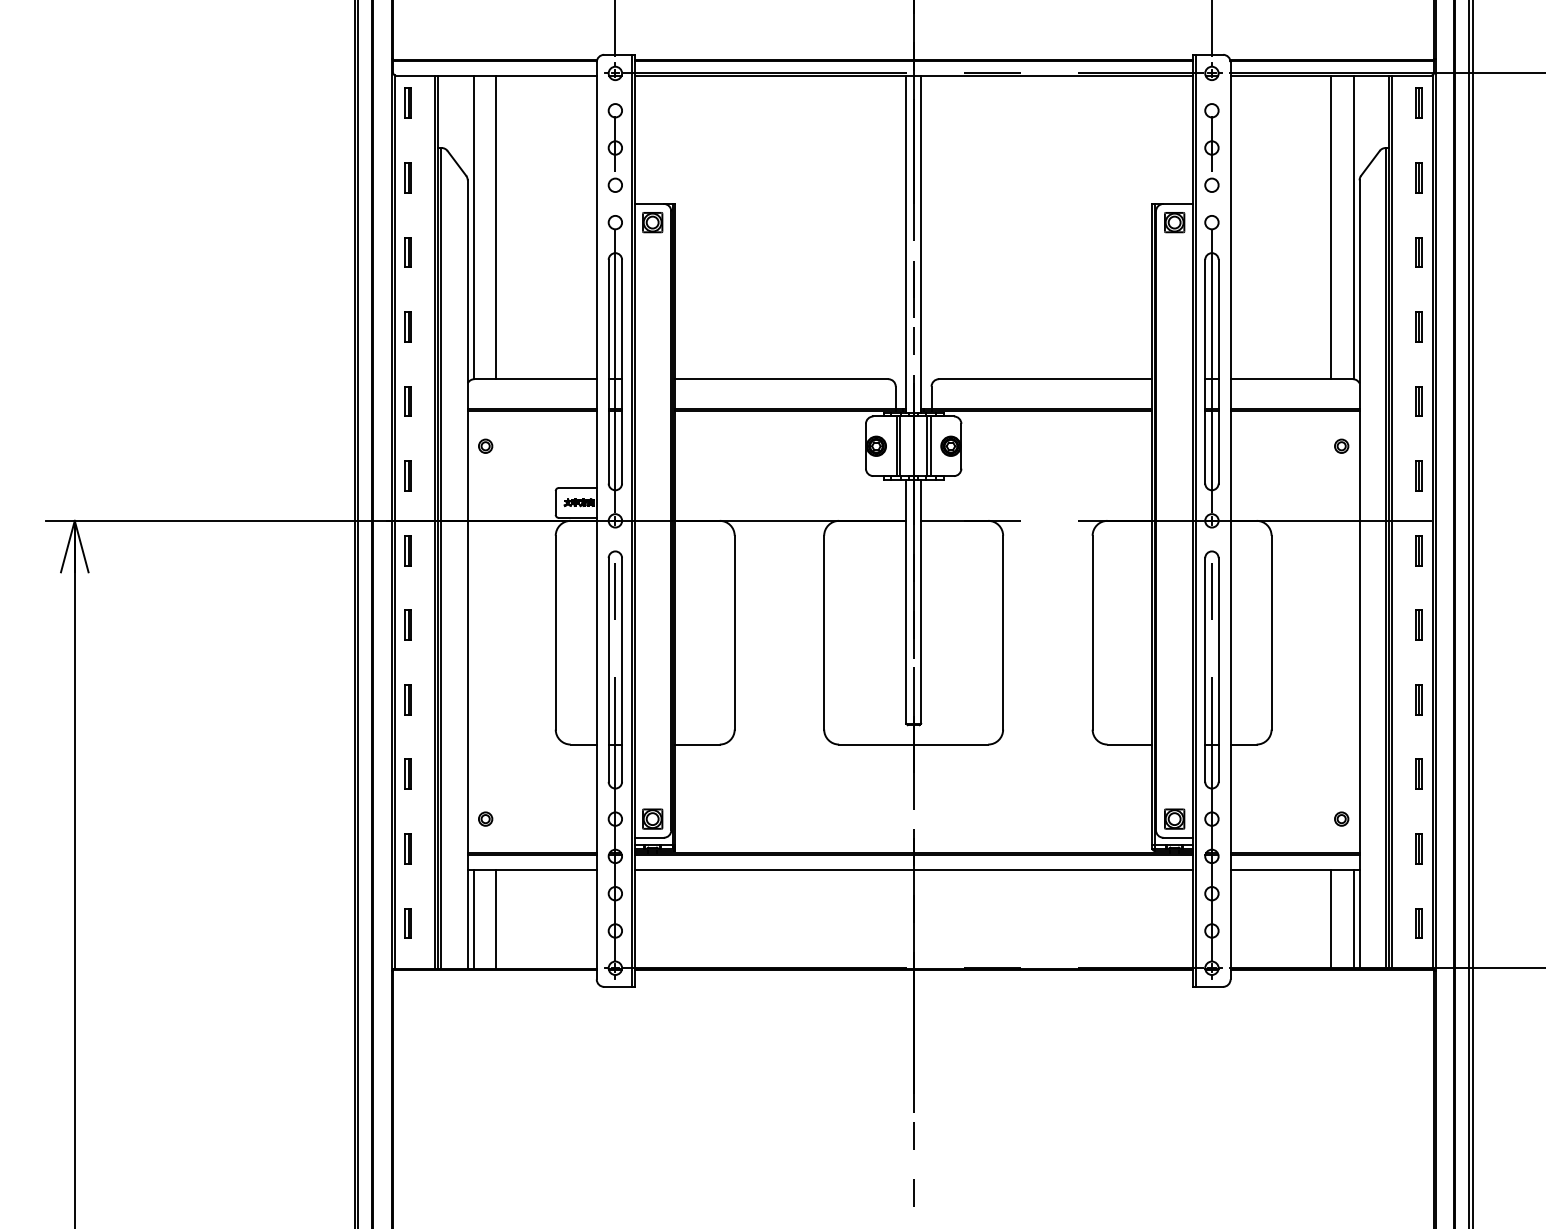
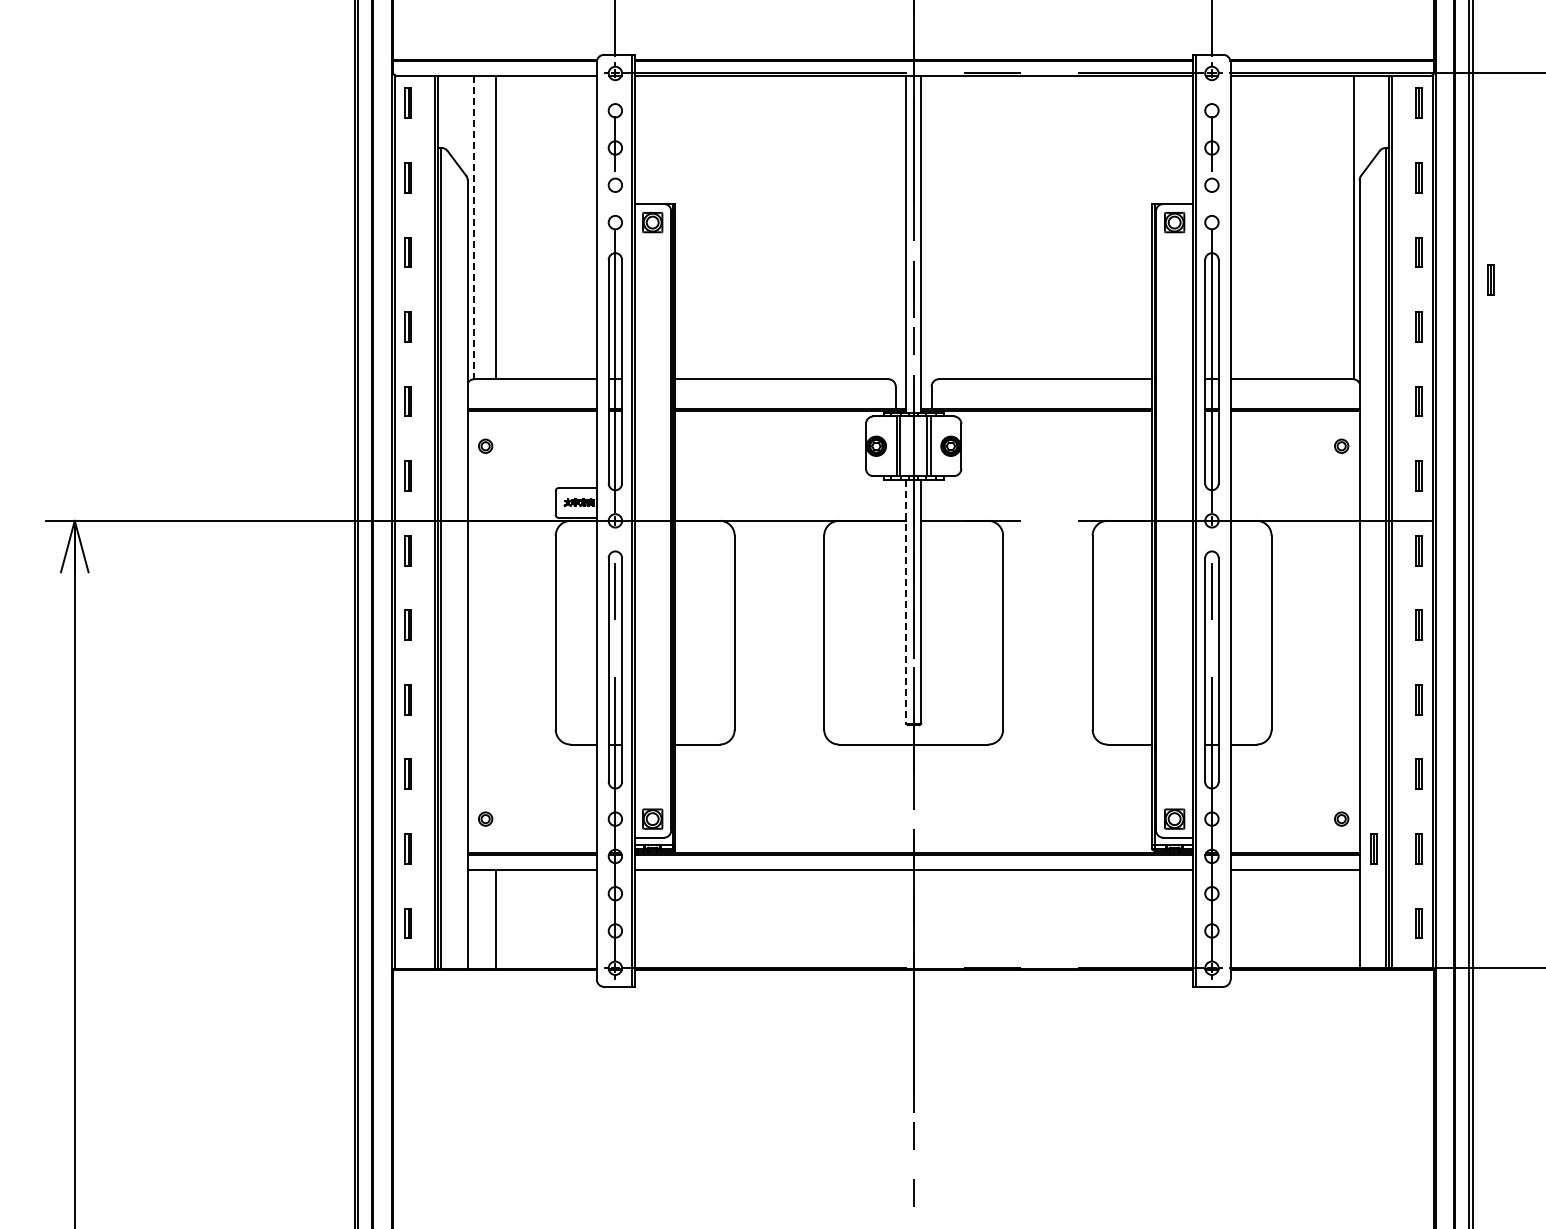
line at (473, 227): solid -> dashed
line at (1331, 227): present -> none
part at (1490, 279): none -> present
line at (906, 601): solid -> dashed
part at (1373, 848): none -> present
line at (473, 919): present -> none
line at (1331, 919): present -> none
line at (1353, 919): present -> none
